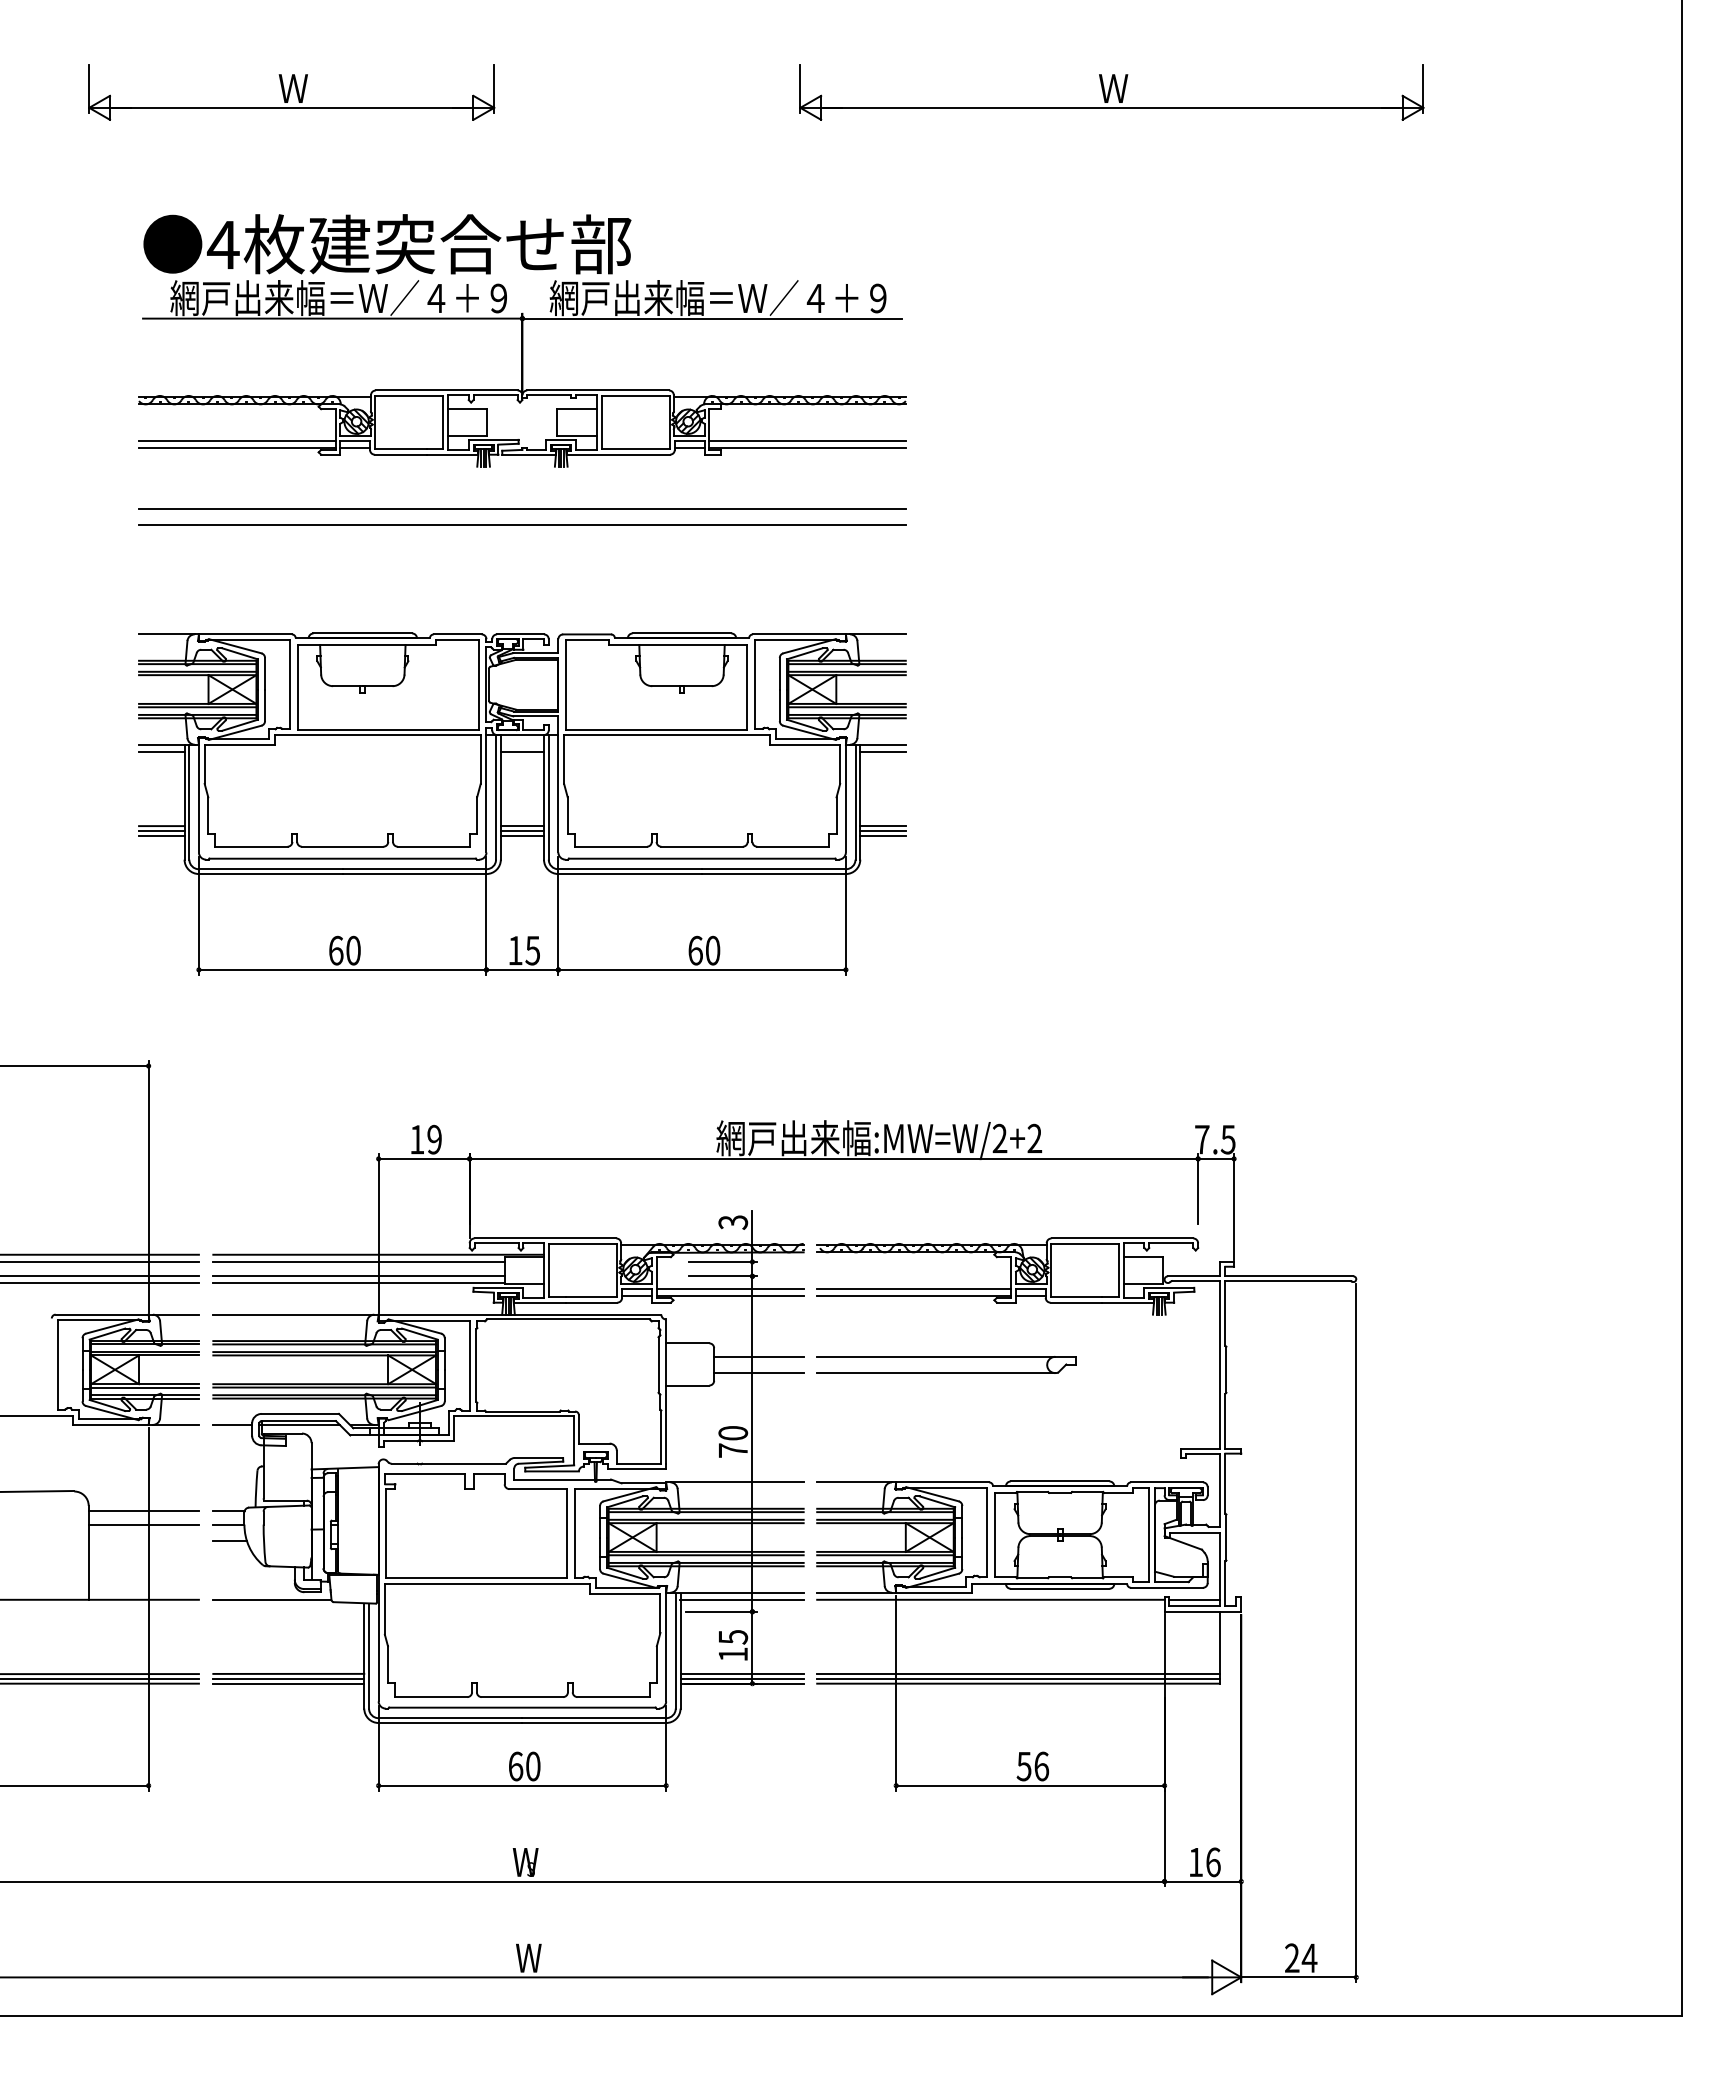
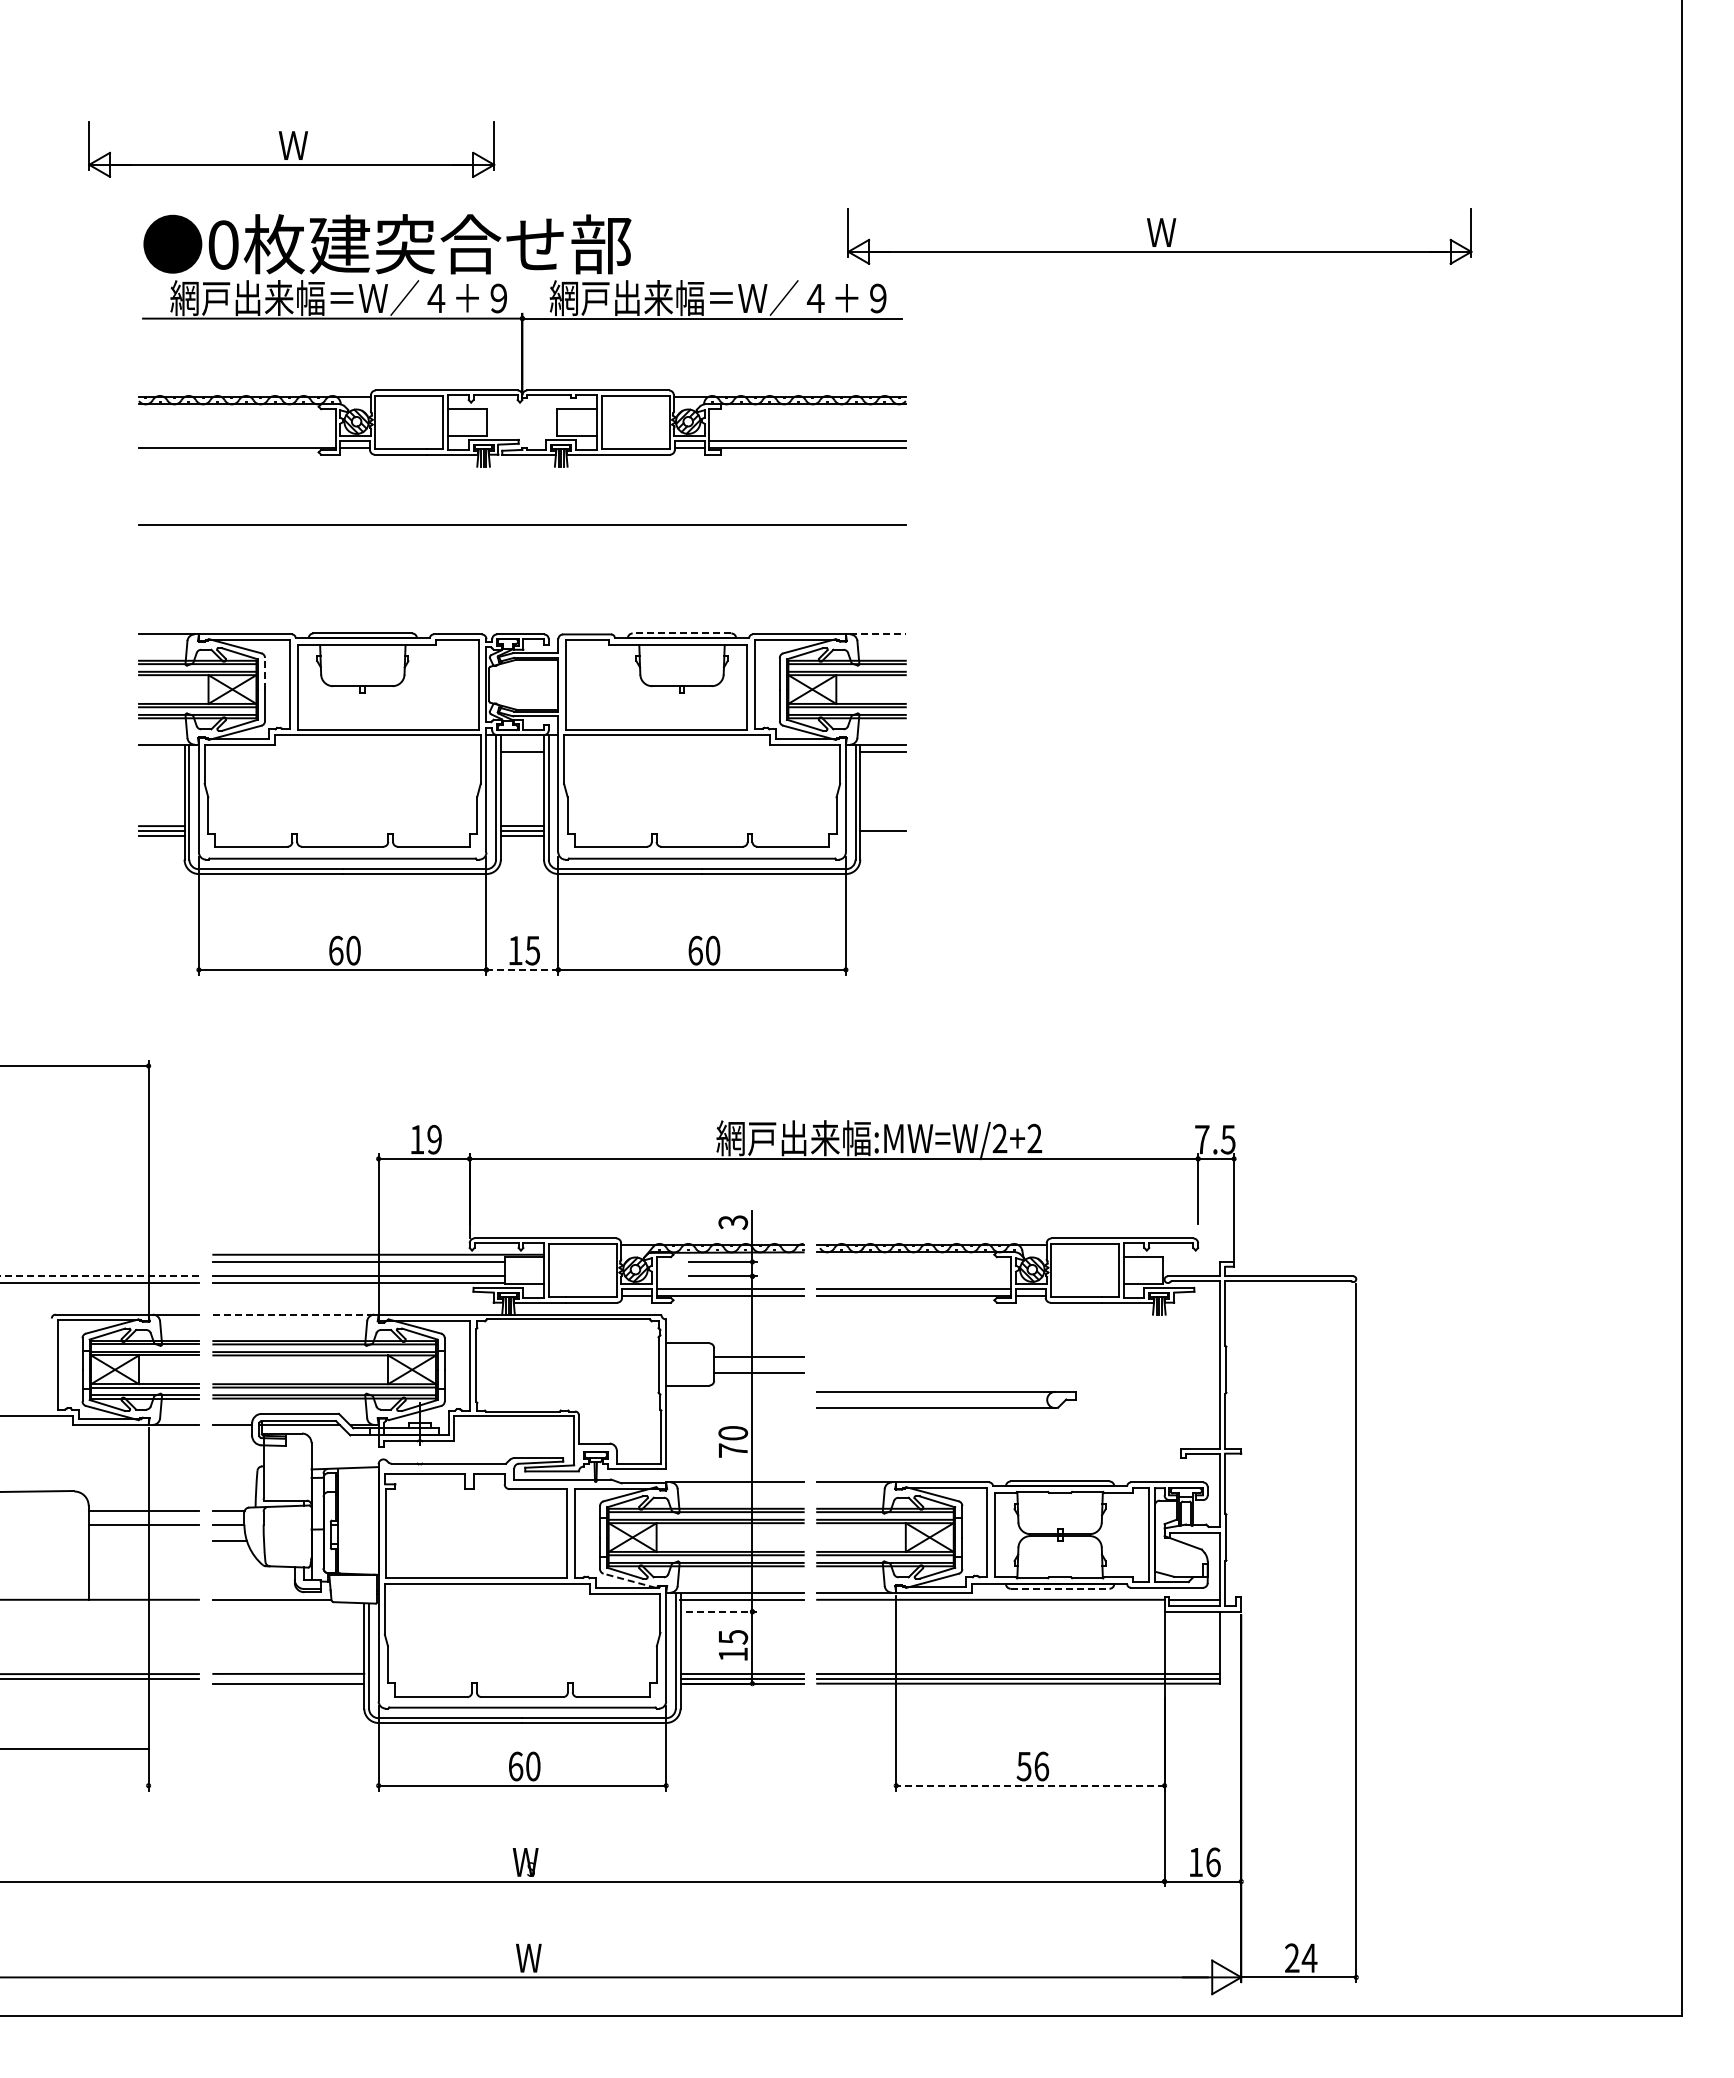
part at (291, 92) position: (291, 92) -> (291, 149)
part at (1111, 92) position: (1111, 92) -> (1159, 236)
text at (222, 244): 4 -> 0
line at (237, 440): present -> none
line at (522, 508): present -> none
line at (681, 633): solid -> dashed
line at (878, 634): solid -> dashed
line at (265, 673): solid -> dashed
line at (161, 751): present -> none
line at (882, 826): present -> none
line at (882, 835): present -> none
line at (522, 969): solid -> dashed
line at (100, 1254): present -> none
line at (100, 1261): present -> none
line at (99, 1276): solid -> dashed
line at (293, 1314): solid -> dashed
part at (946, 1357) position: (946, 1357) -> (946, 1392)
line at (629, 1580): solid -> dashed
line at (1060, 1588): solid -> dashed
line at (721, 1611): solid -> dashed
line at (288, 1678): present -> none
line at (100, 1683): present -> none
line at (75, 1785) position: (75, 1785) -> (75, 1748)
line at (1029, 1785): solid -> dashed
